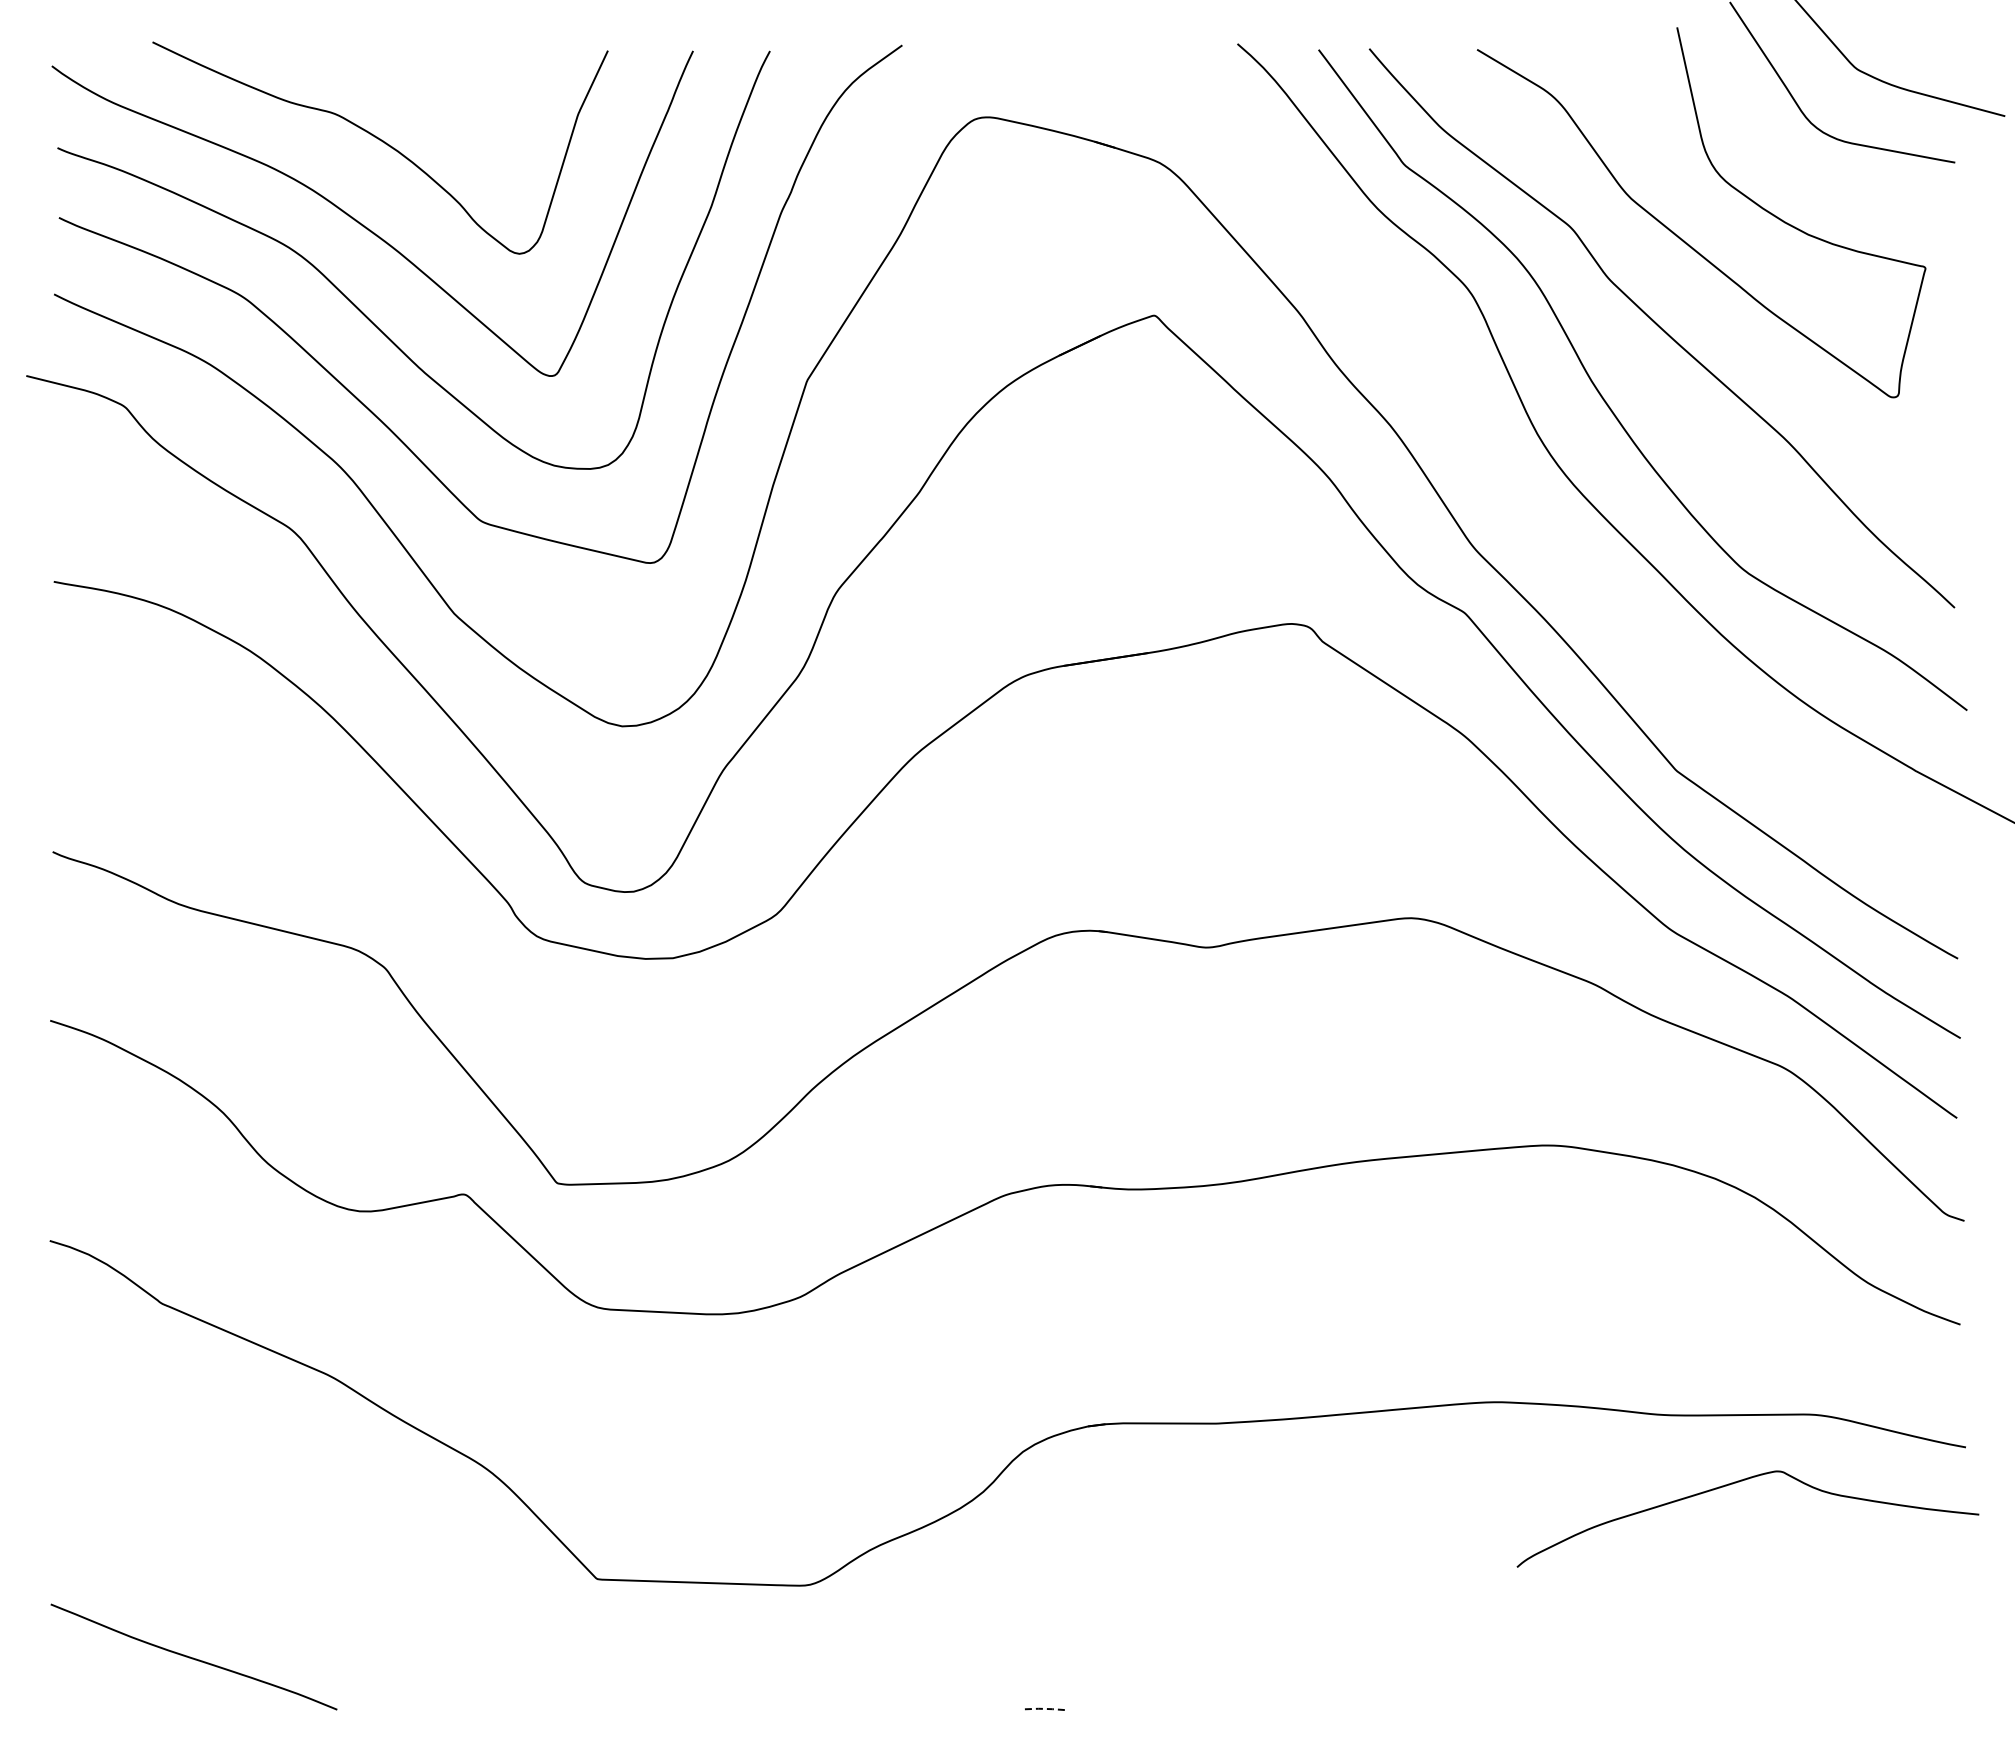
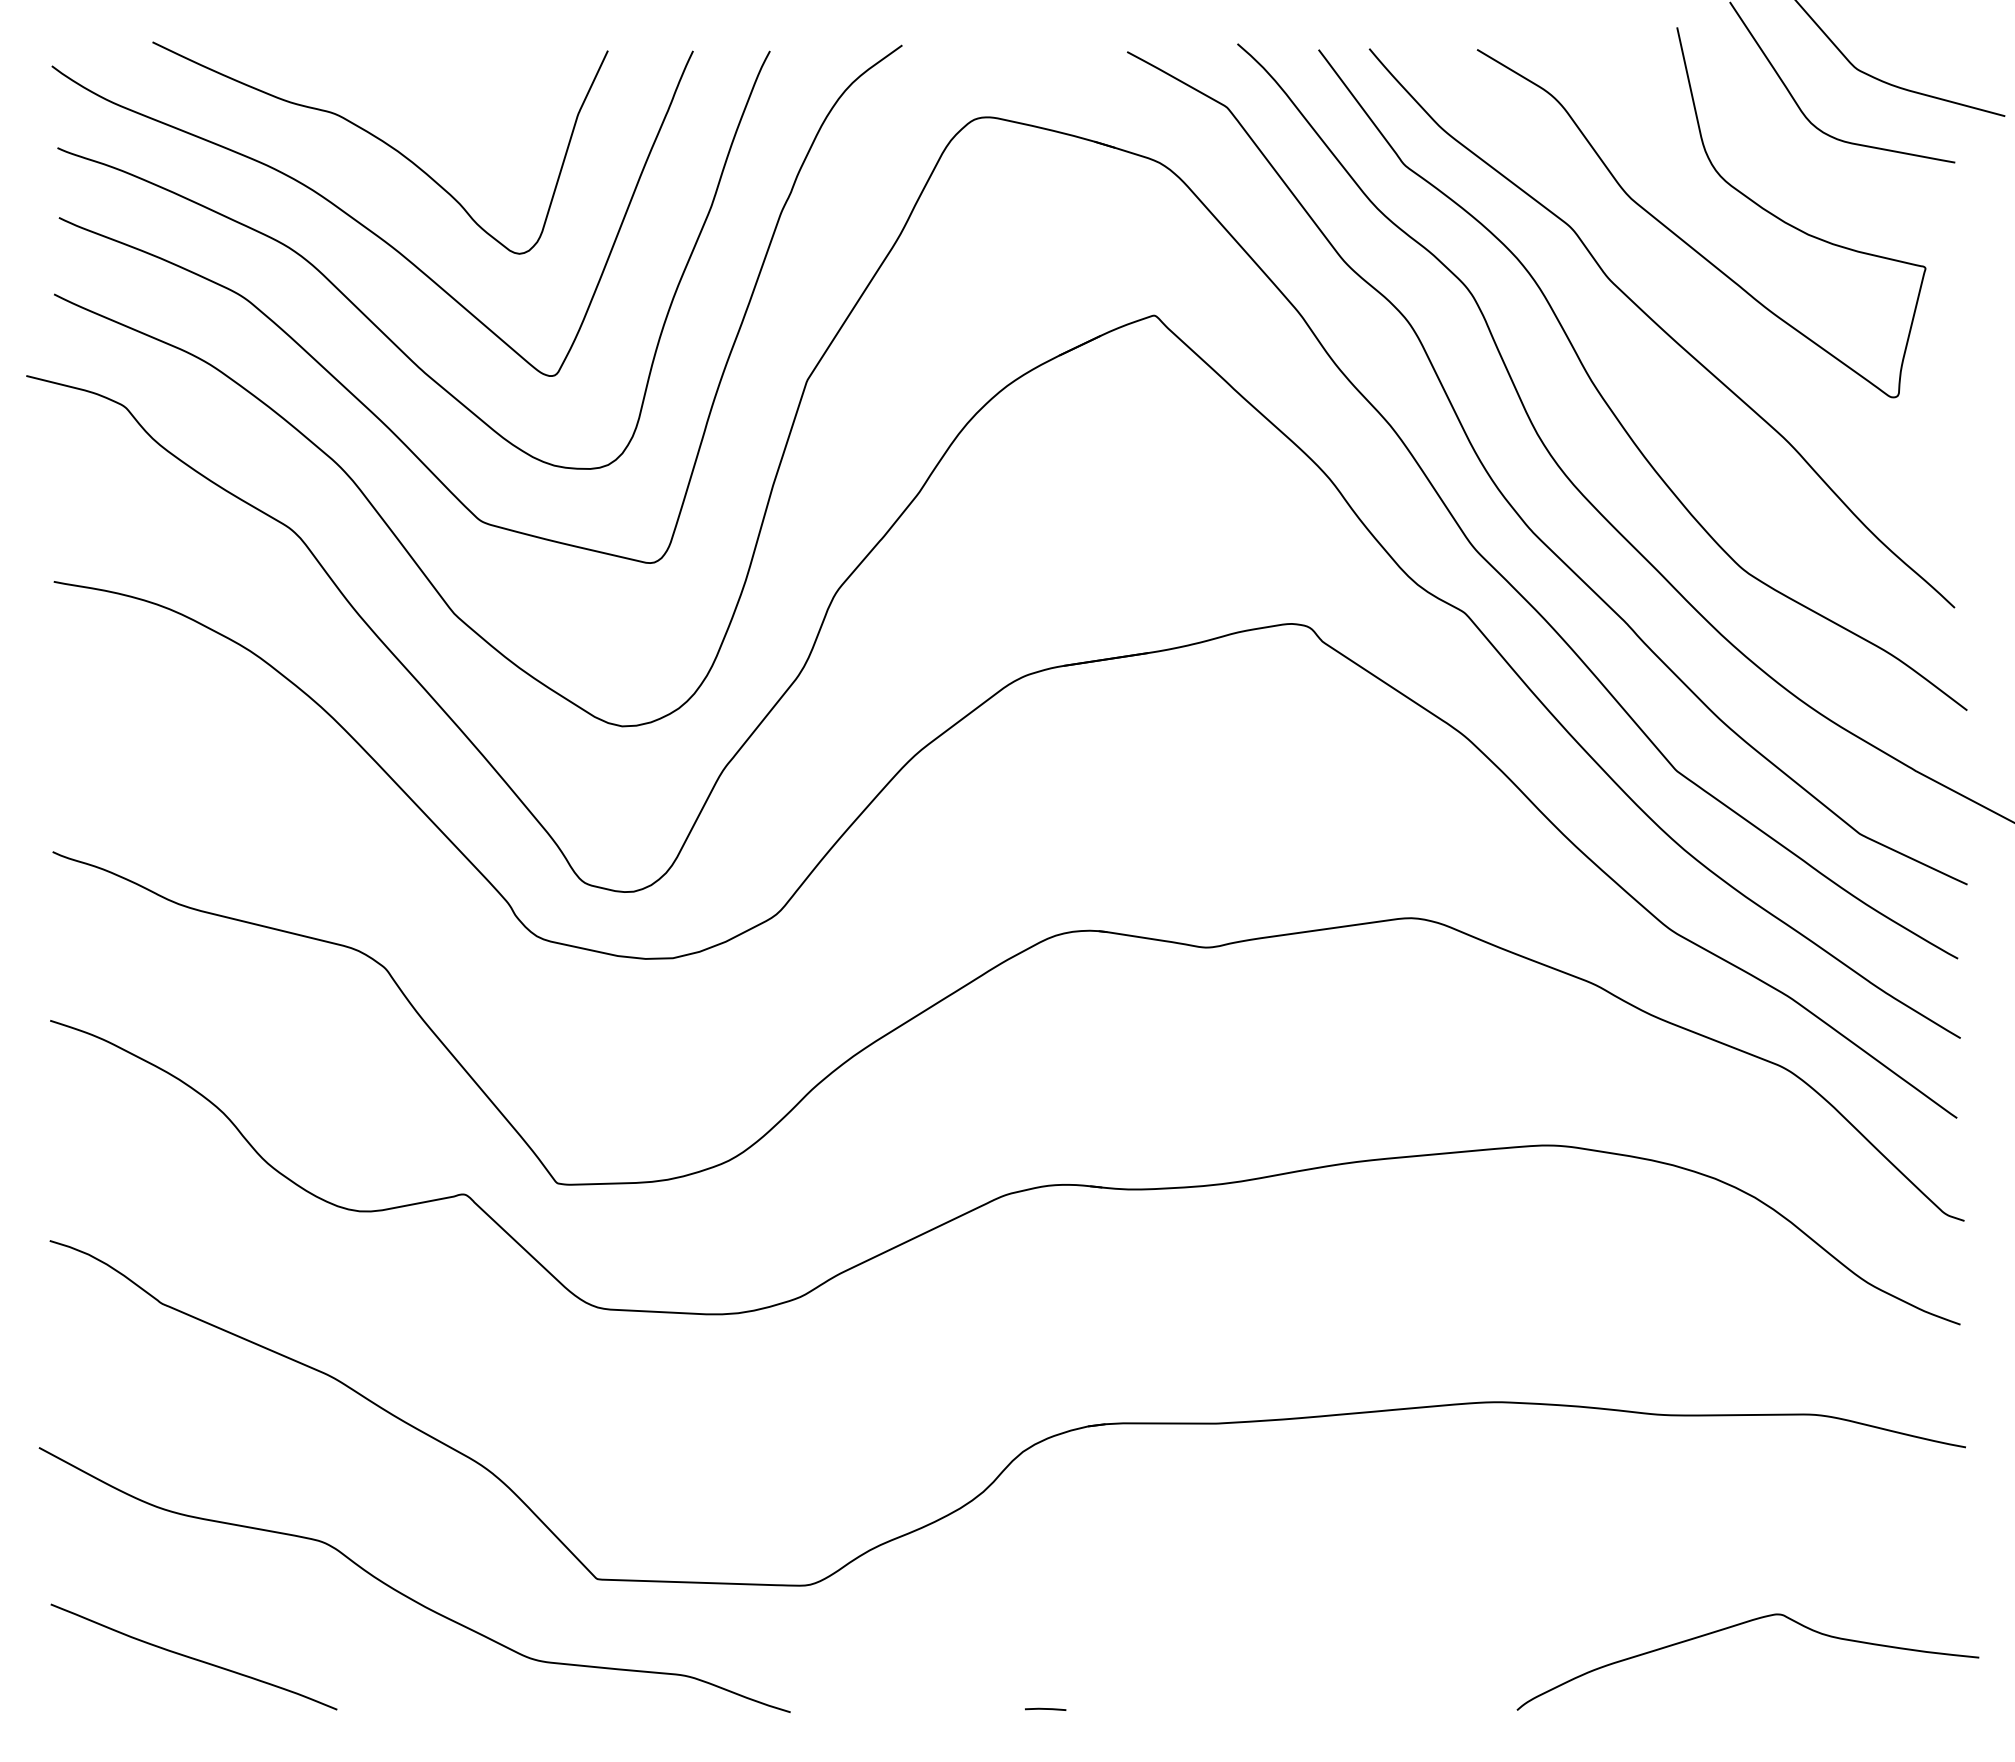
curve at (1508, 500): none -> present
curve at (1736, 1483) position: (1736, 1483) -> (1736, 1626)
curve at (405, 1594): none -> present
line at (1045, 1708): dashed -> solid
